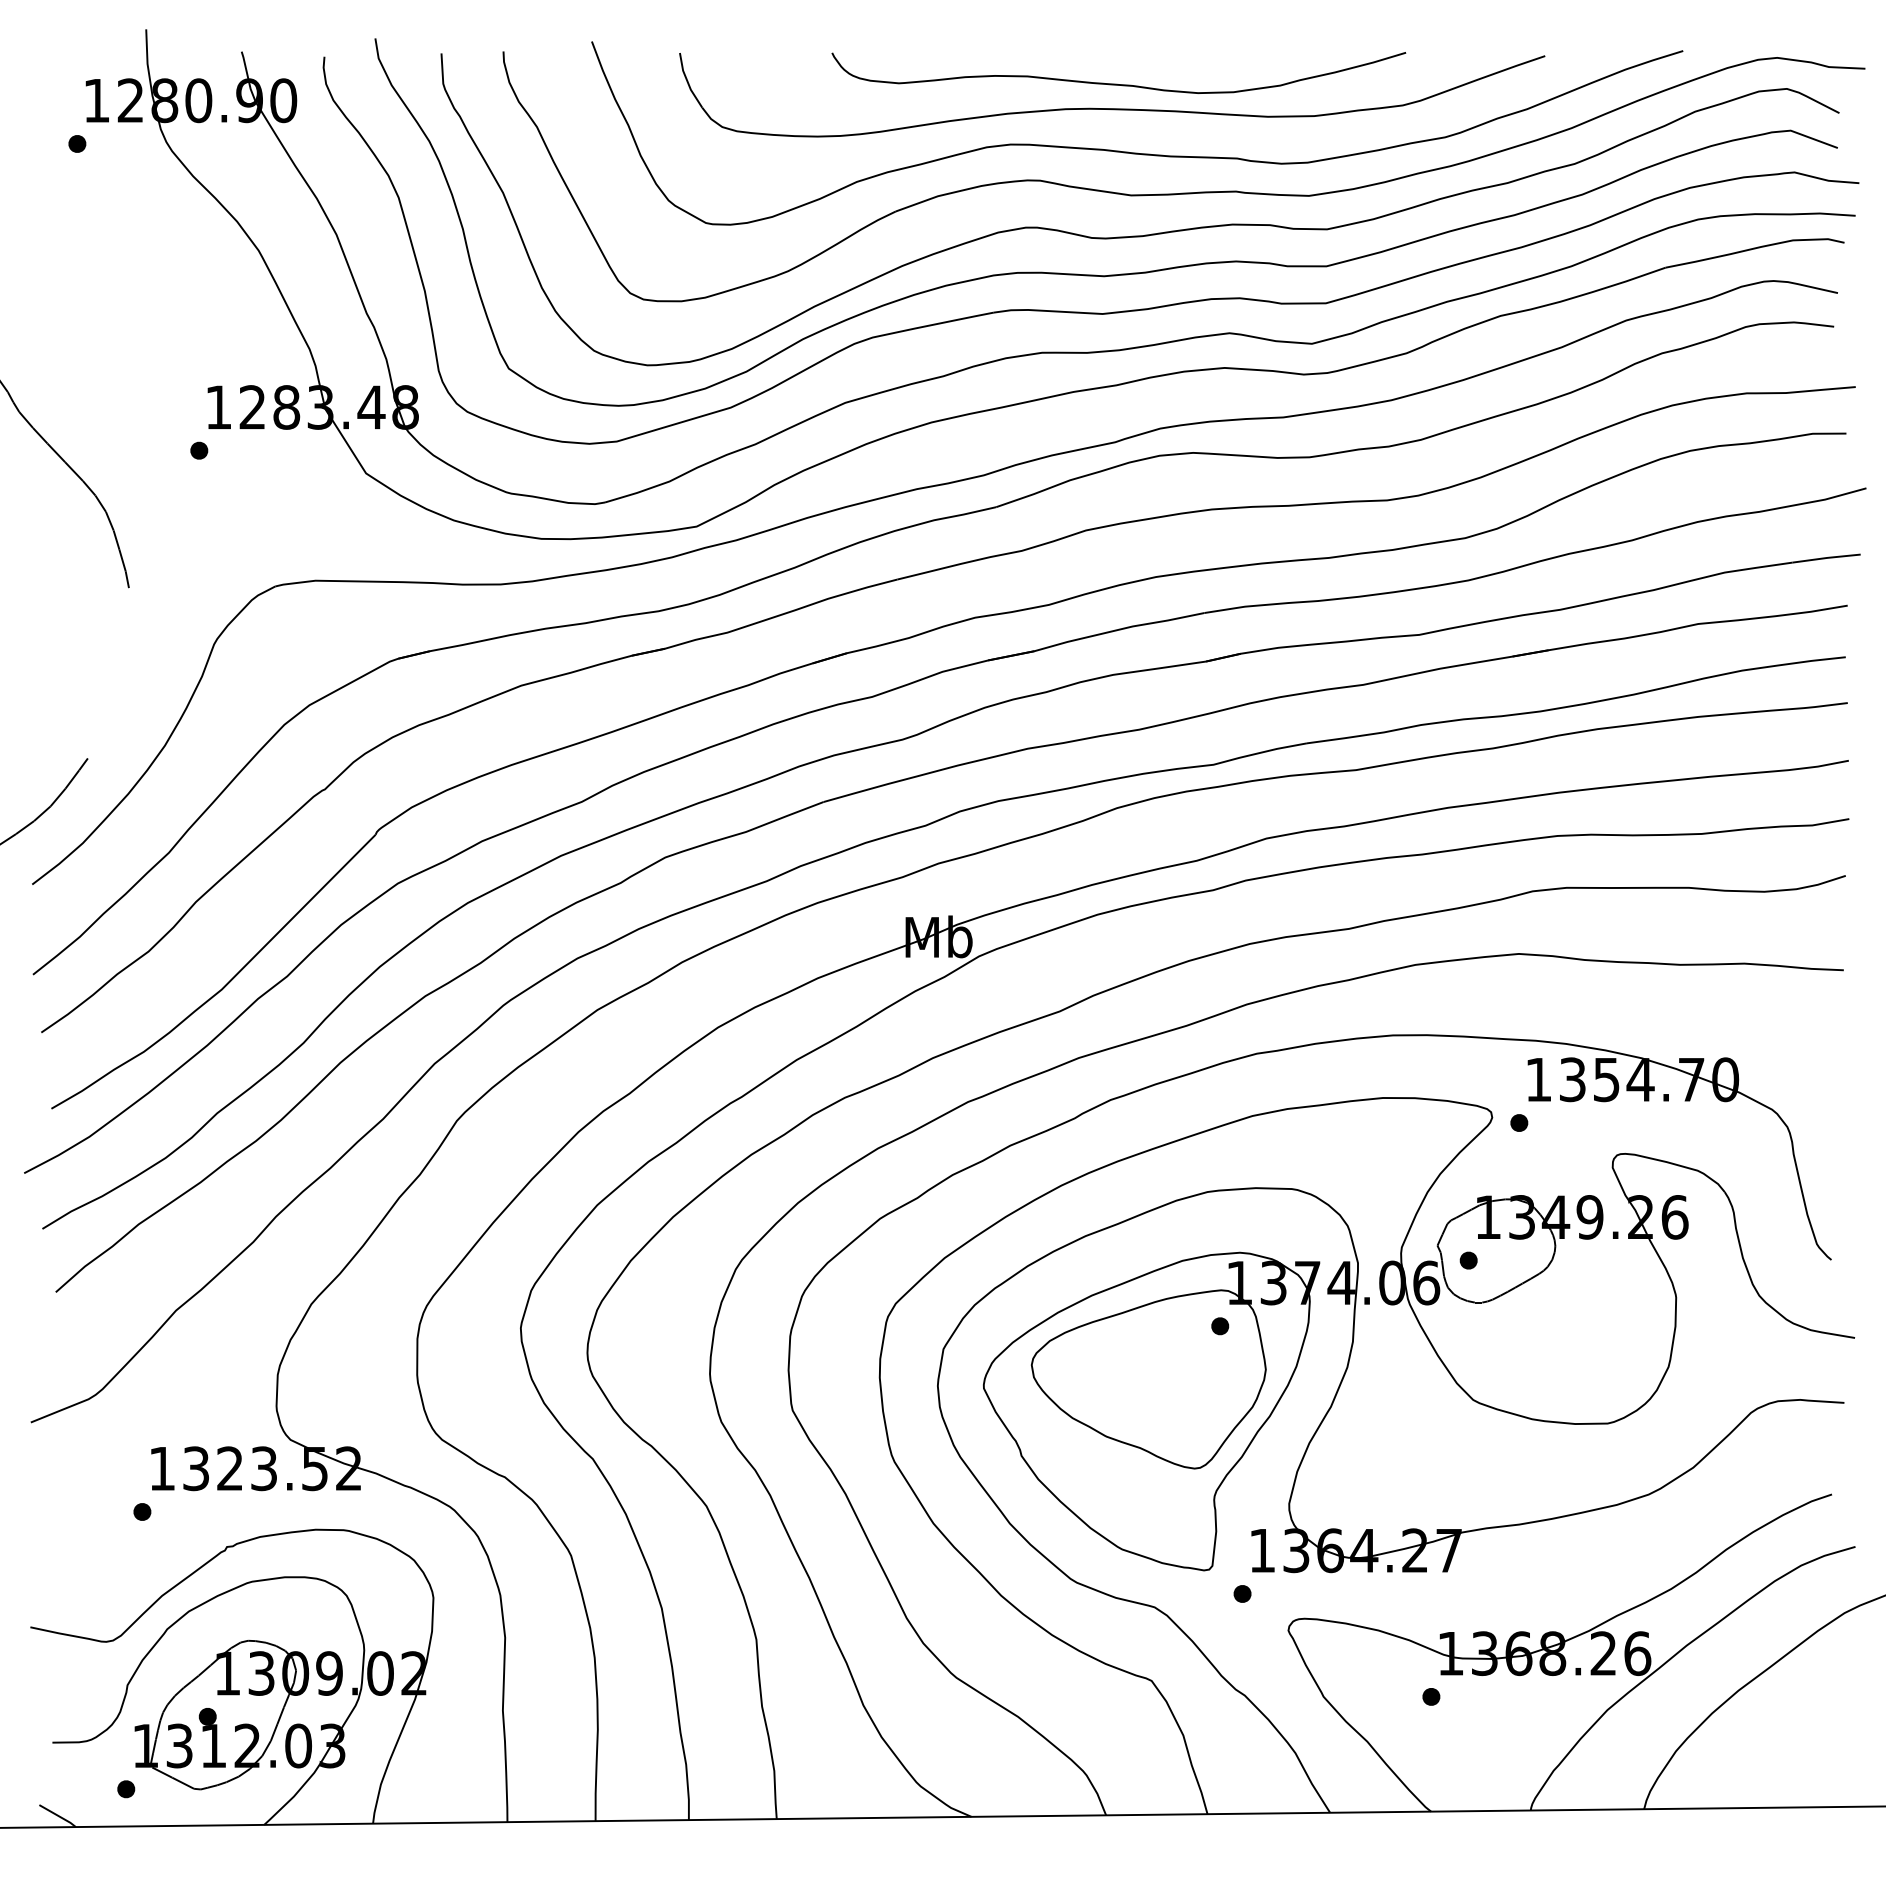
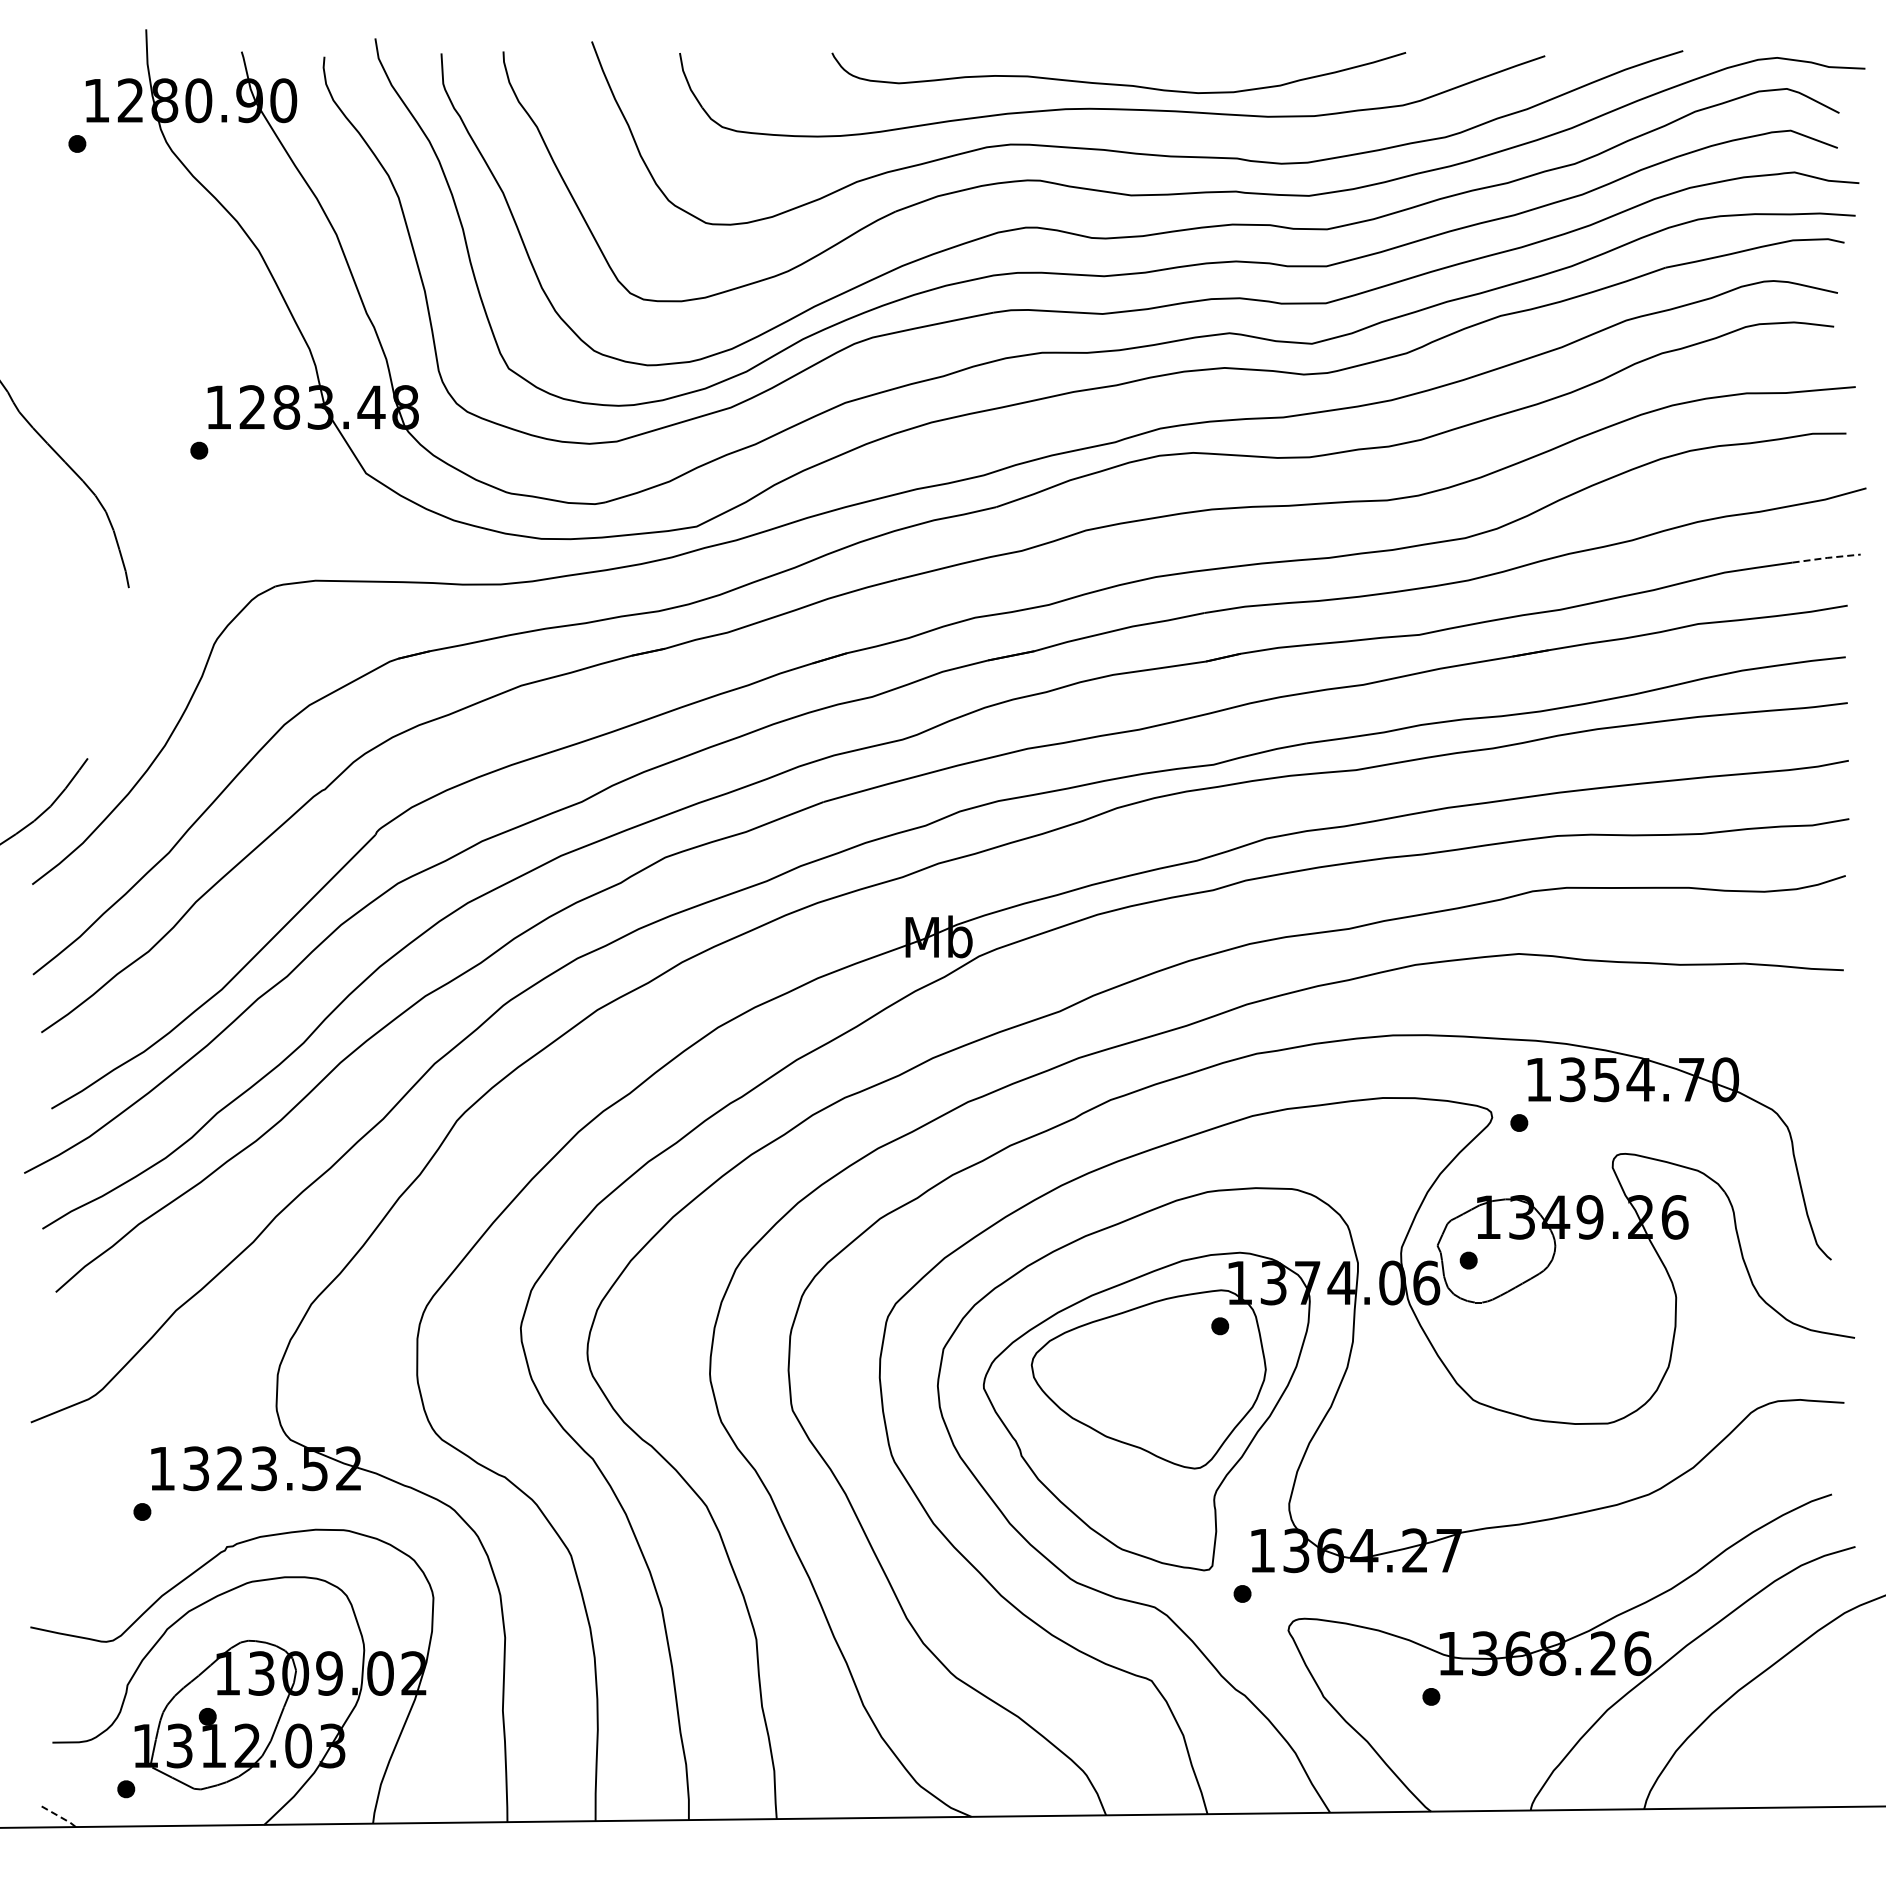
line at (1827, 557): solid -> dashed
line at (58, 1815): solid -> dashed
